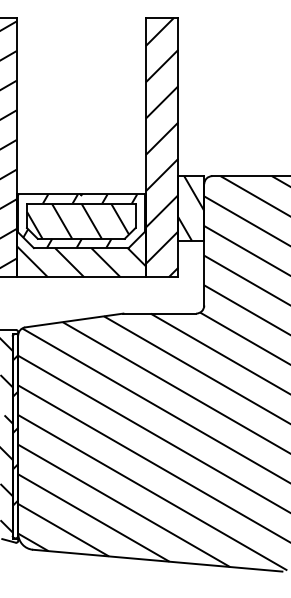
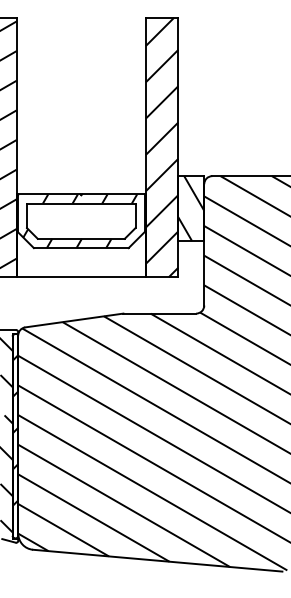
hatch at (78, 220): present -> none
hatch at (80, 243): present -> none
